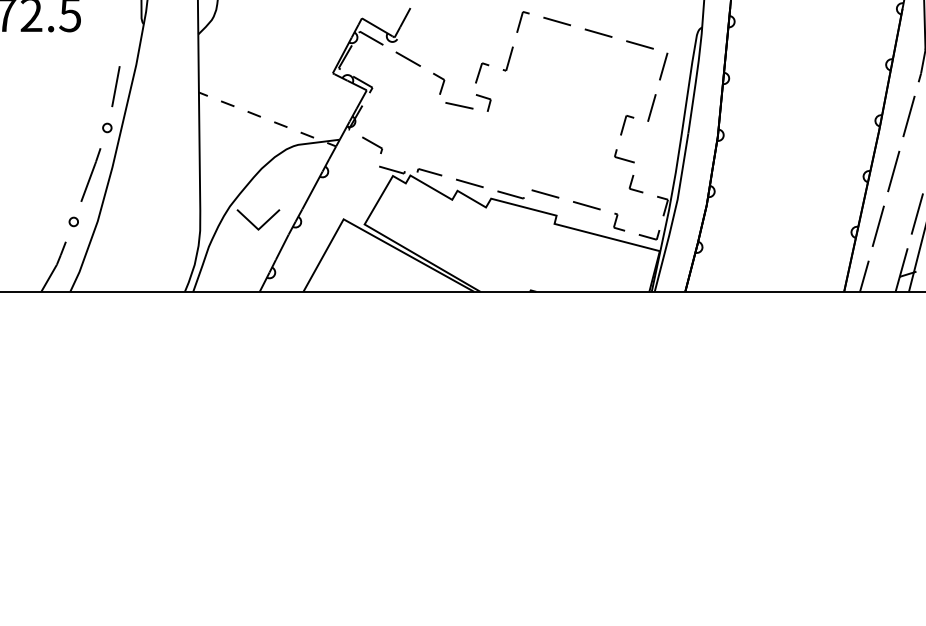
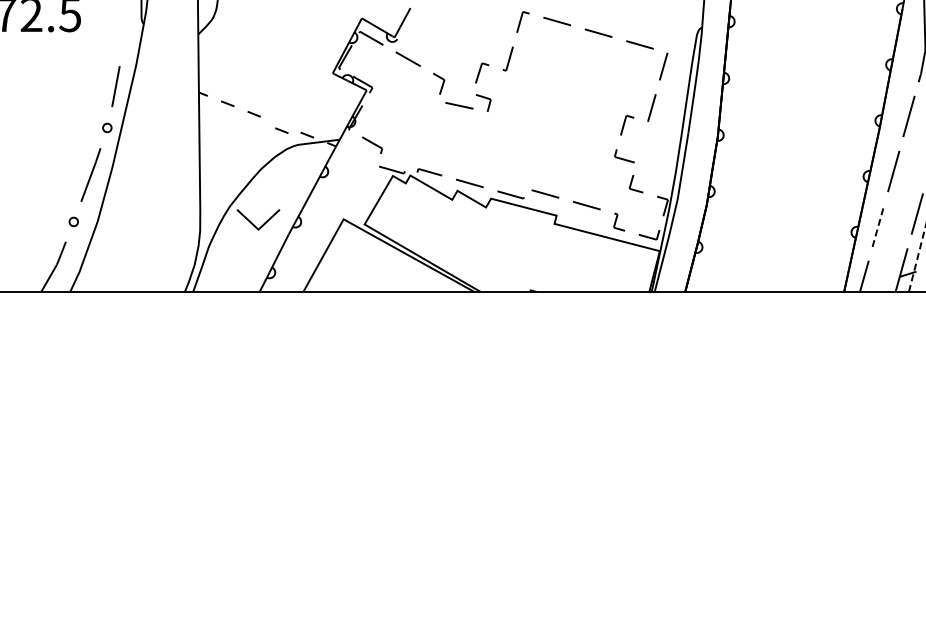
line at (280, 124) position: (280, 124) -> (281, 130)
line at (878, 225): solid -> dashed
line at (917, 258): solid -> dashed
